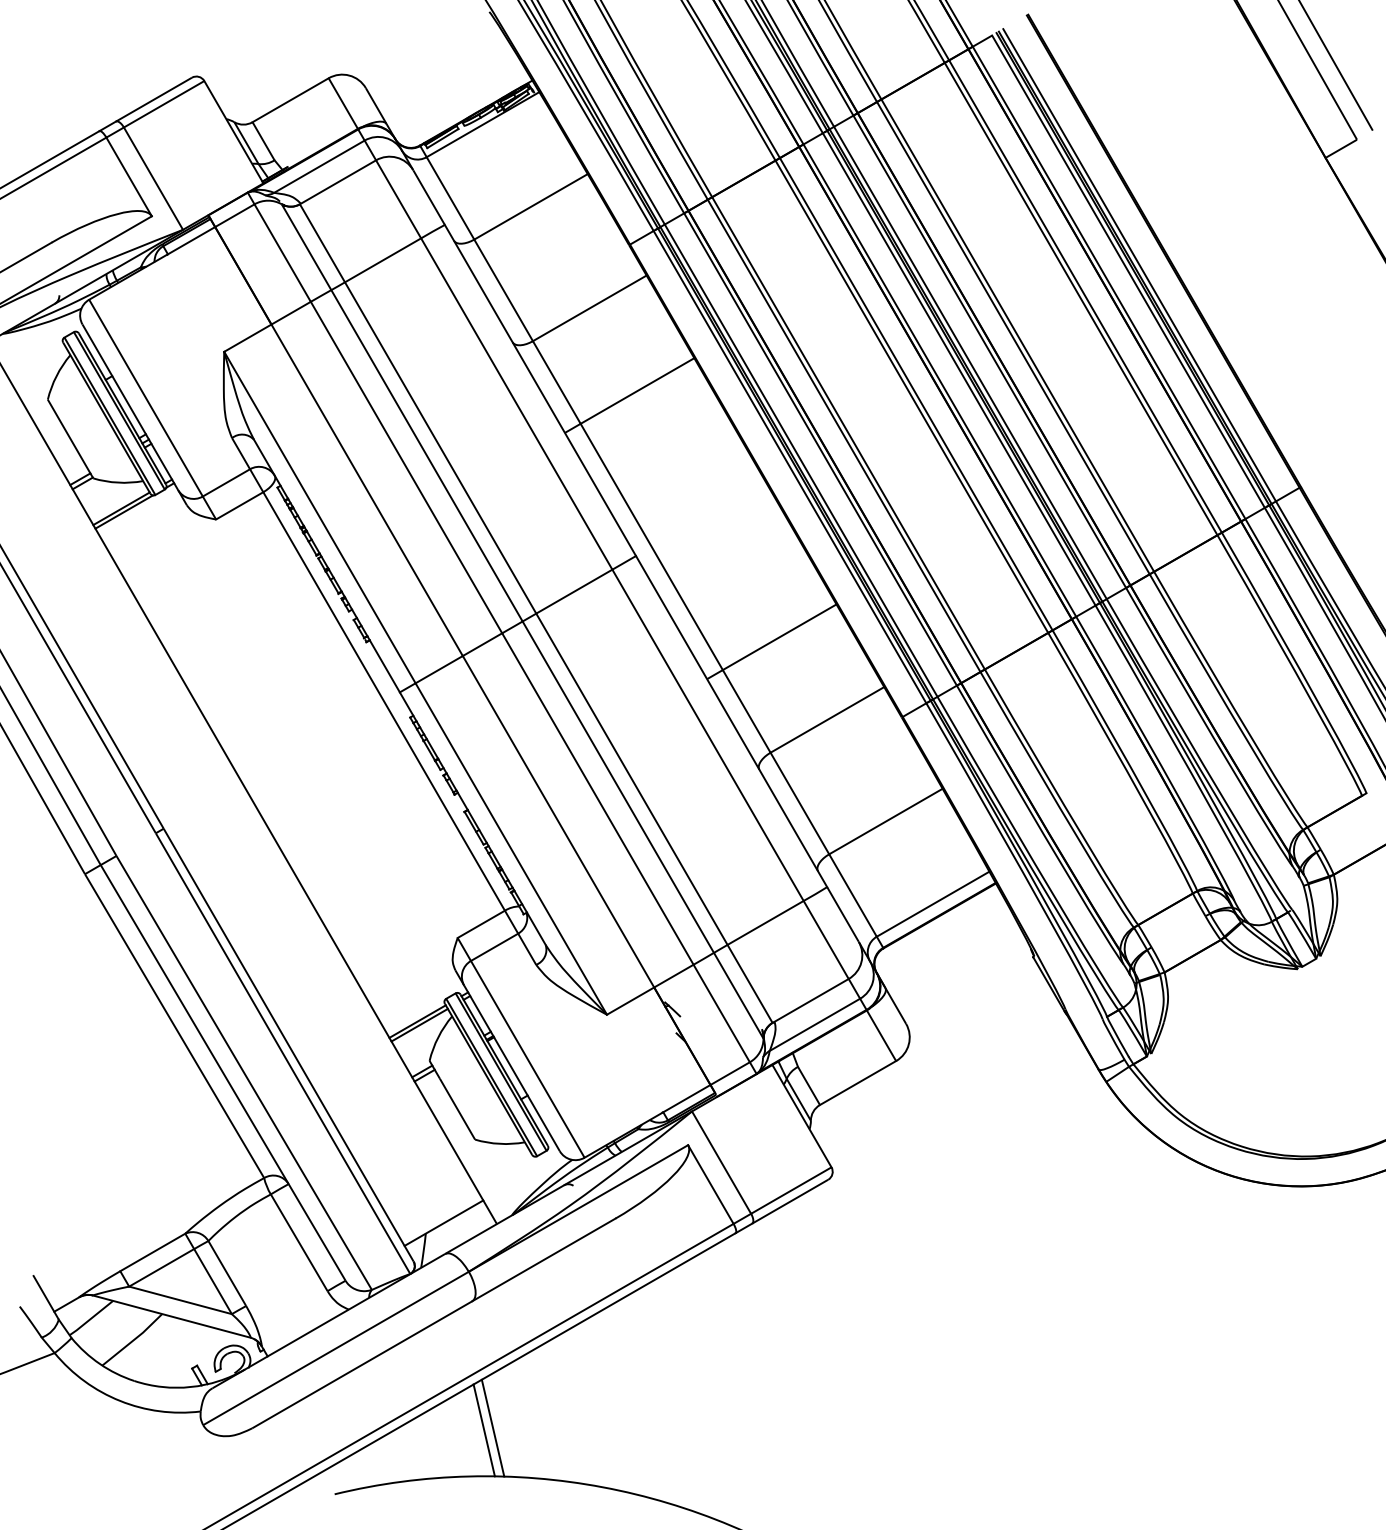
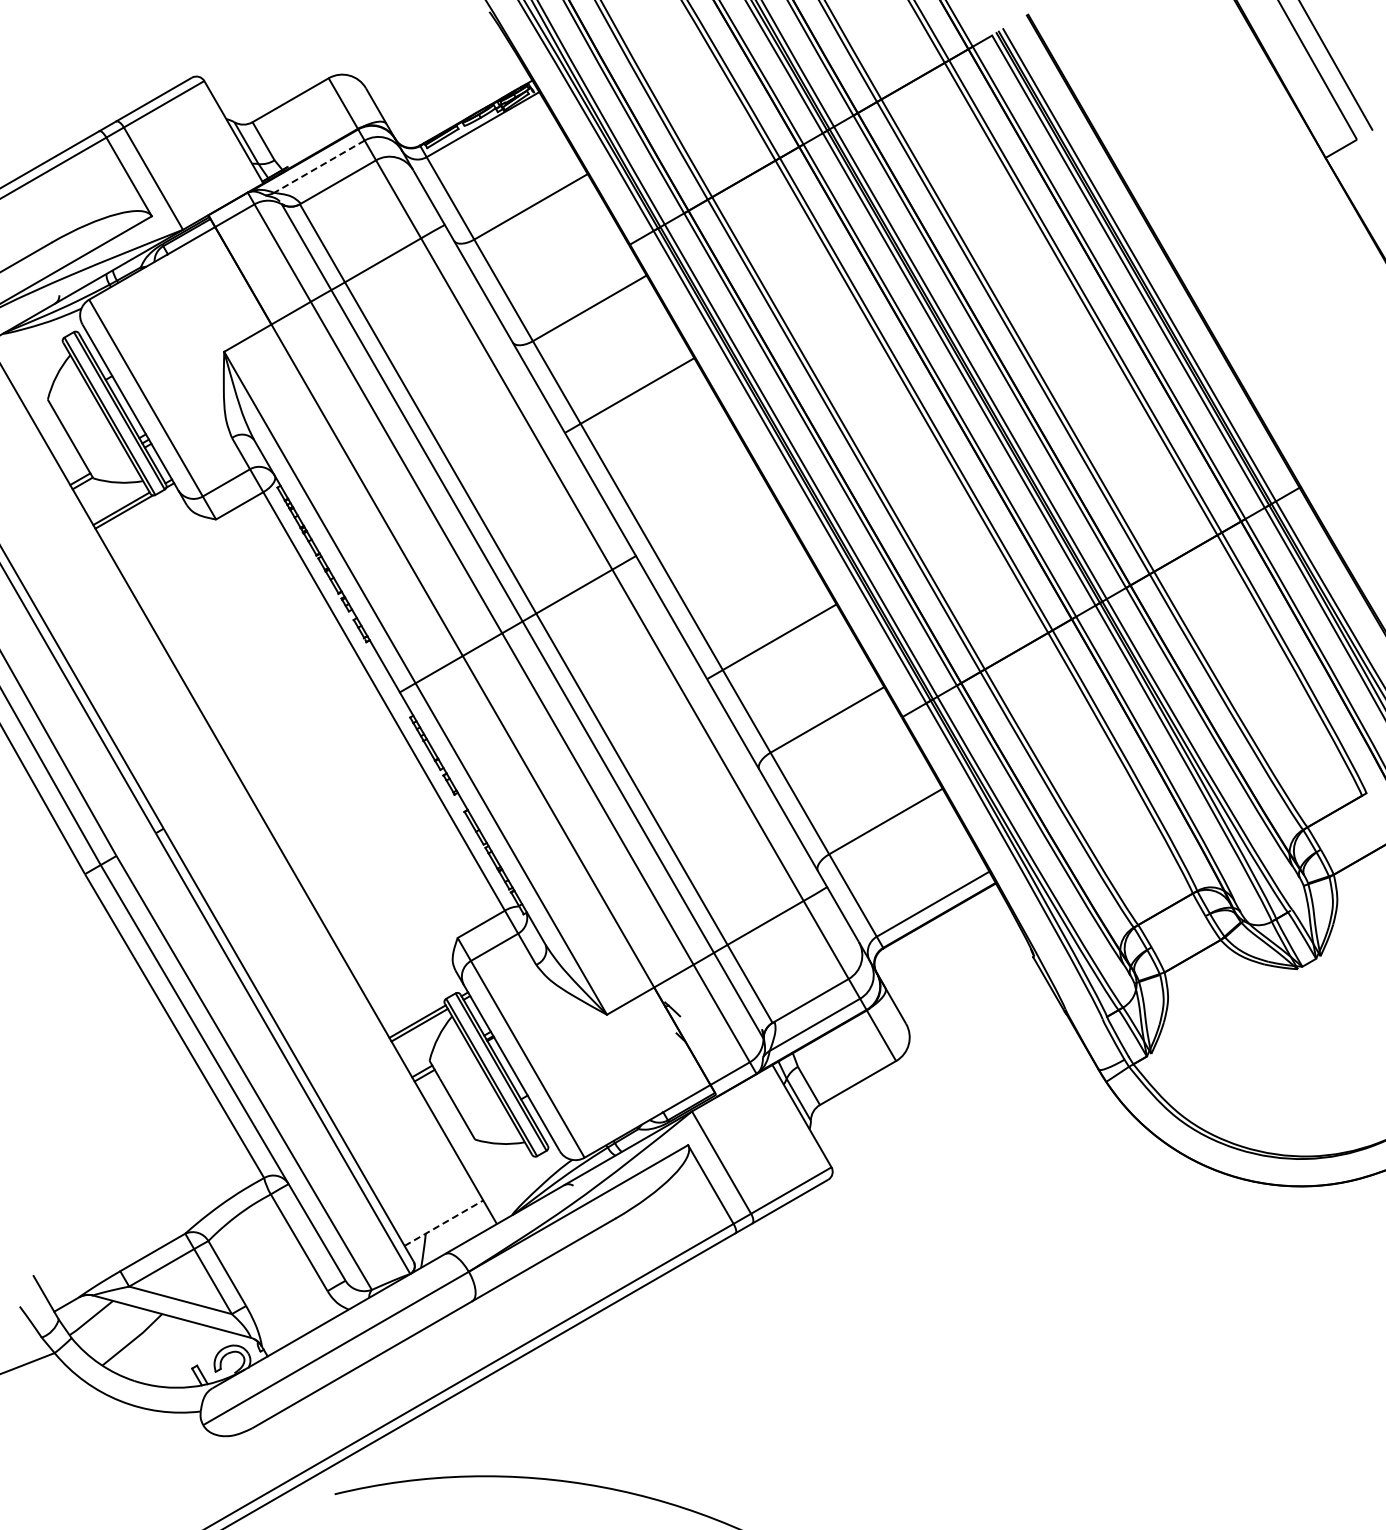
line at (319, 166): solid -> dashed
line at (444, 1222): solid -> dashed
line at (492, 1427): present -> none
line at (483, 1430): present -> none
